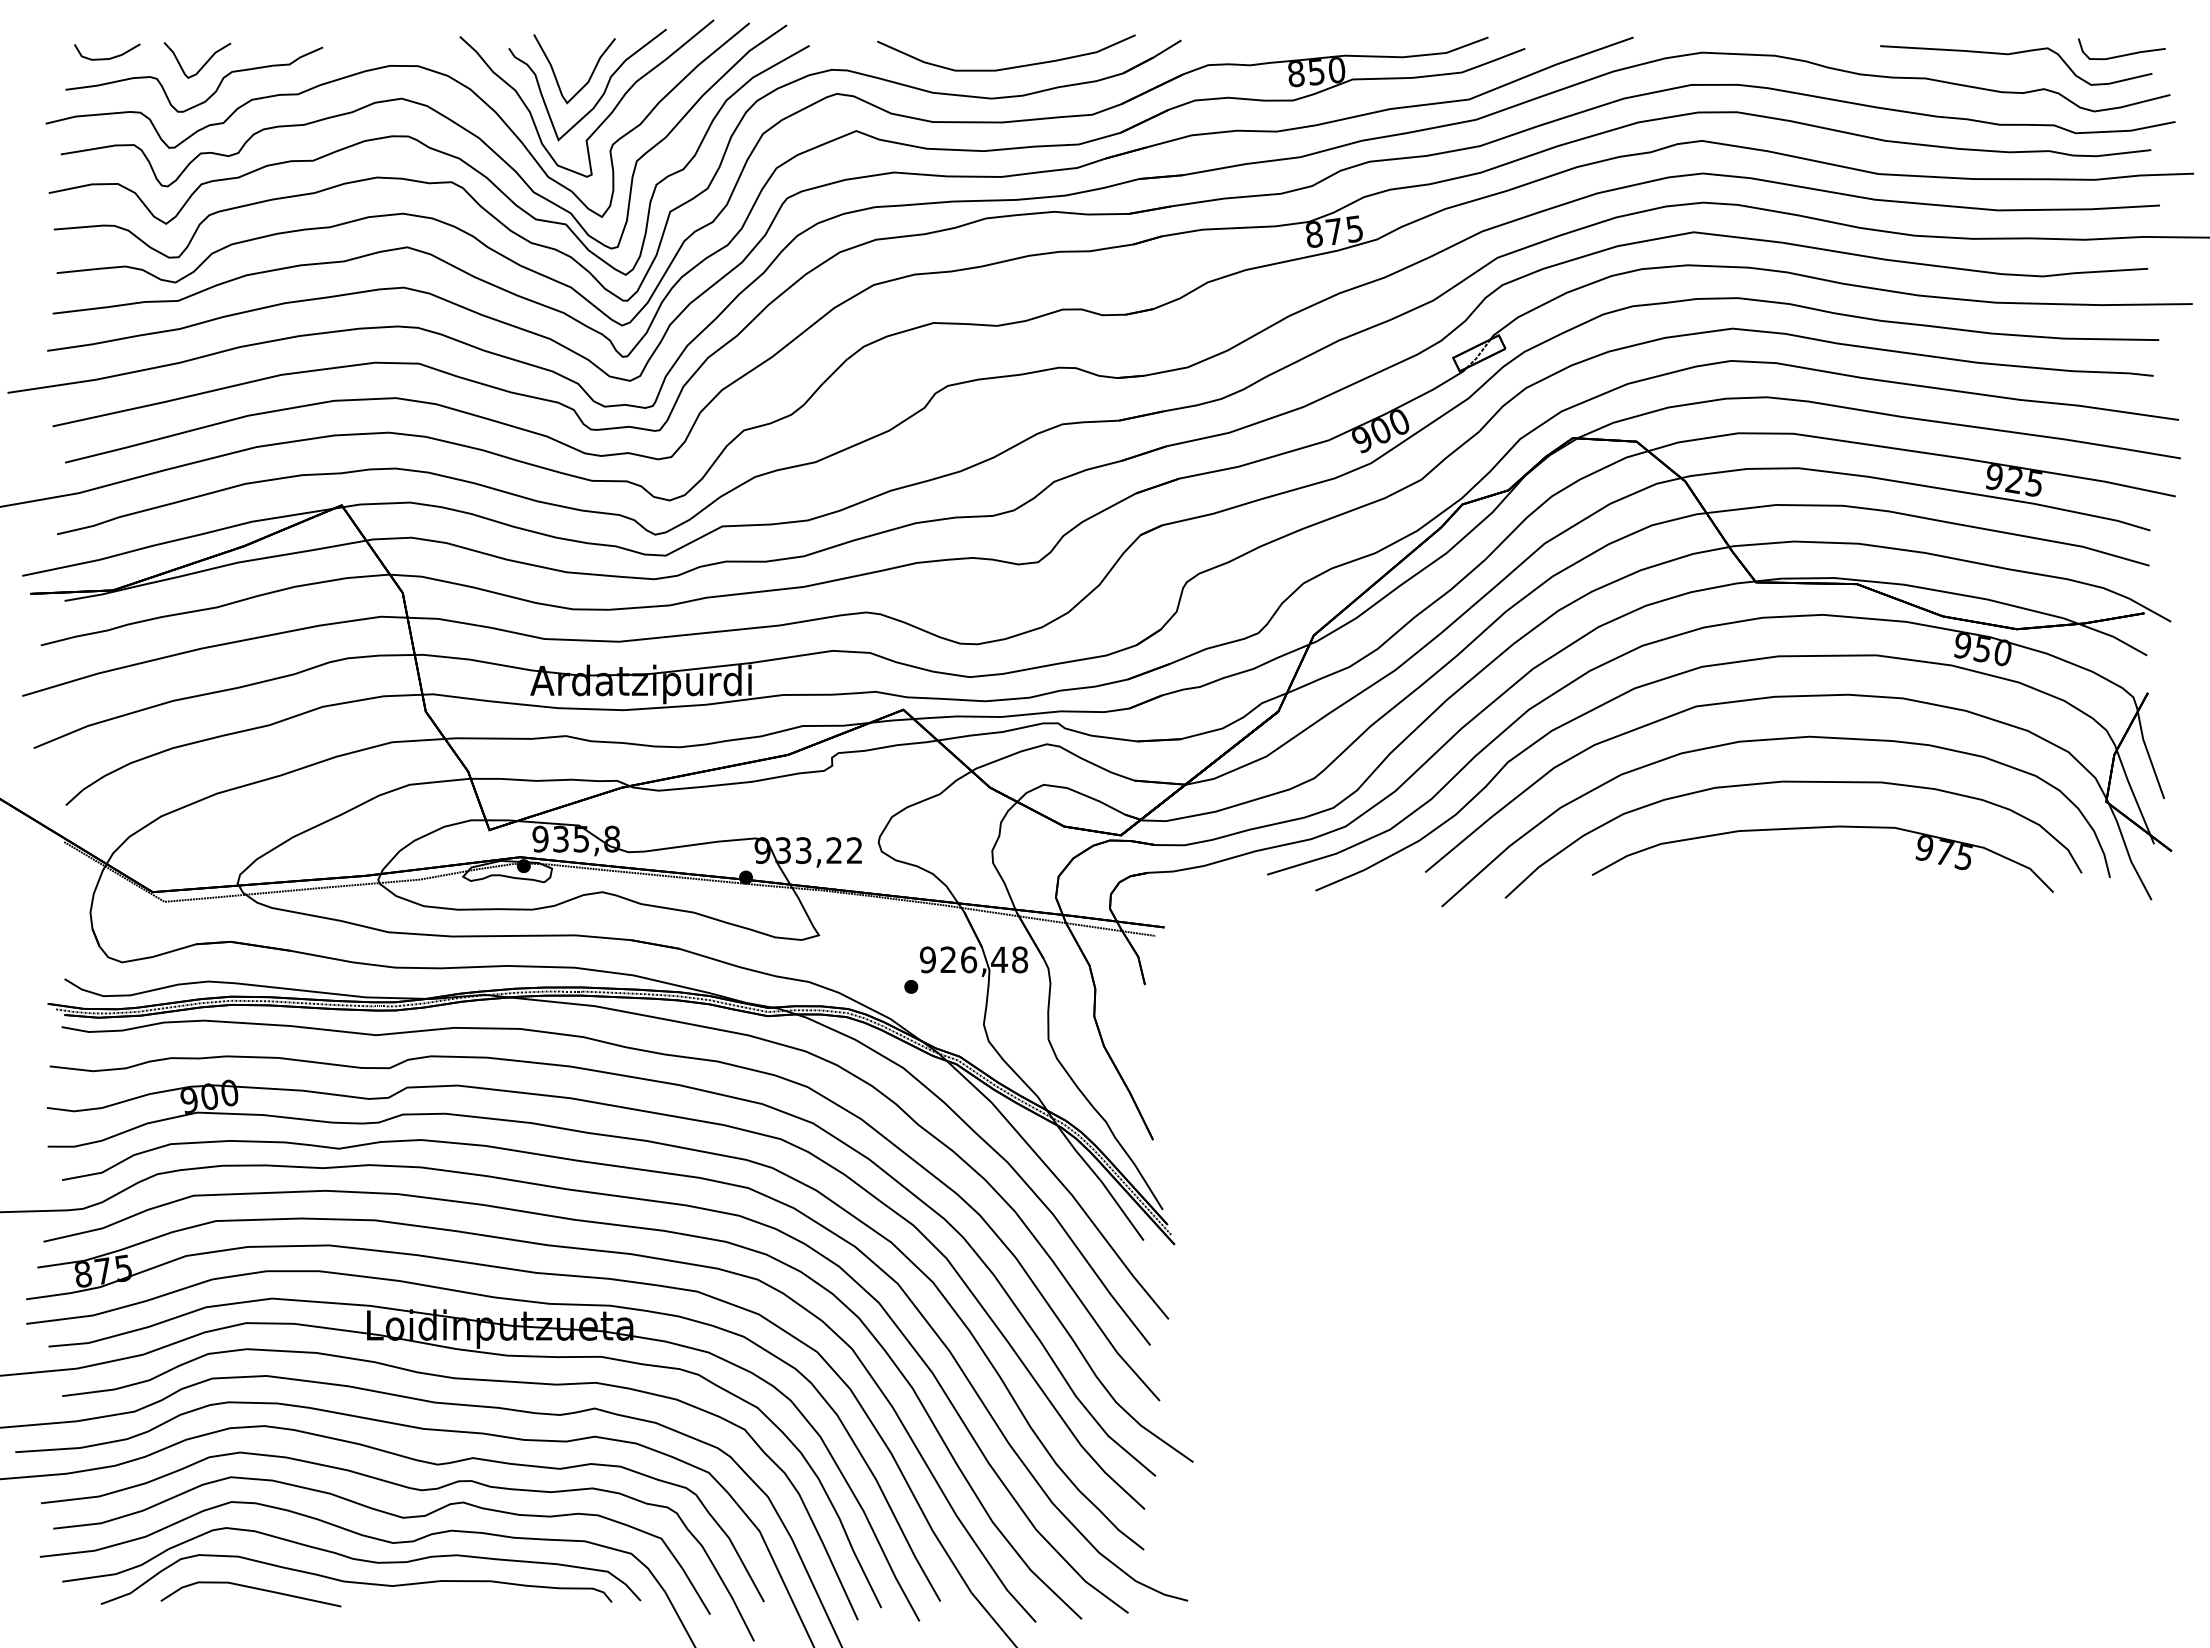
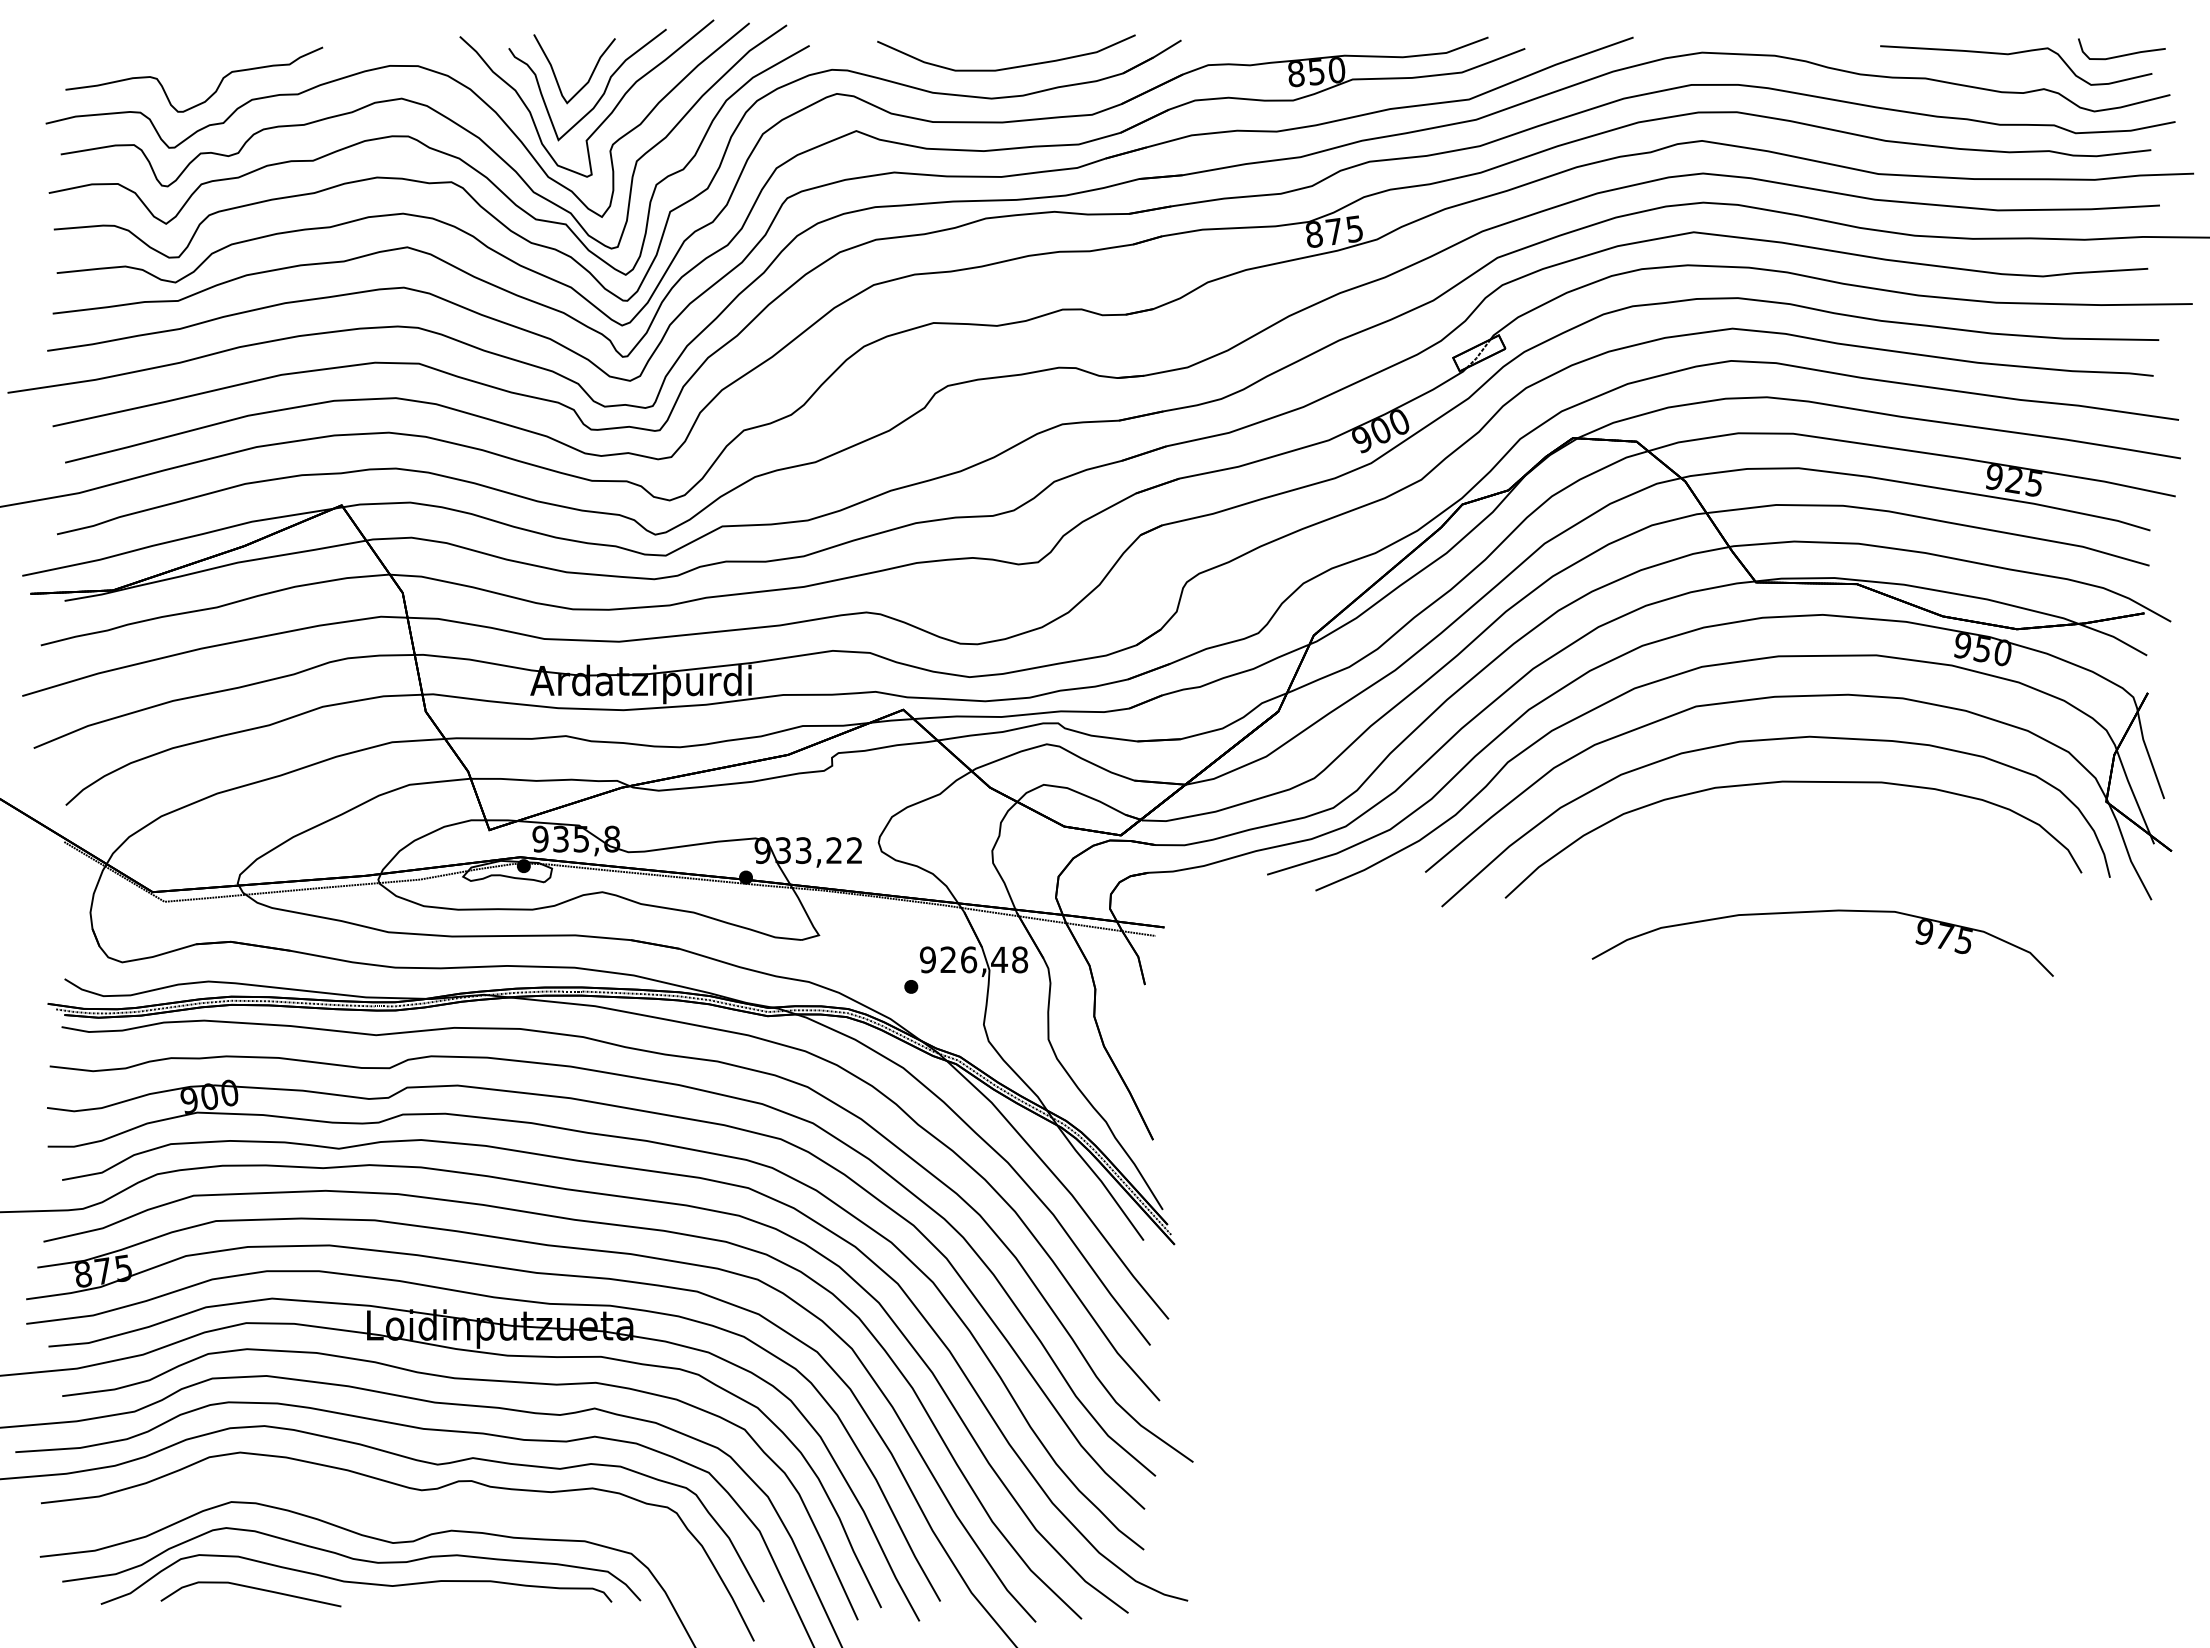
curve at (110, 57): present -> none
curve at (202, 65): present -> none
part at (1822, 828) position: (1822, 828) -> (1822, 912)
part at (387, 1514): present -> none
